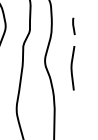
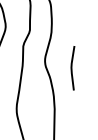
line at (73, 26): present -> none
